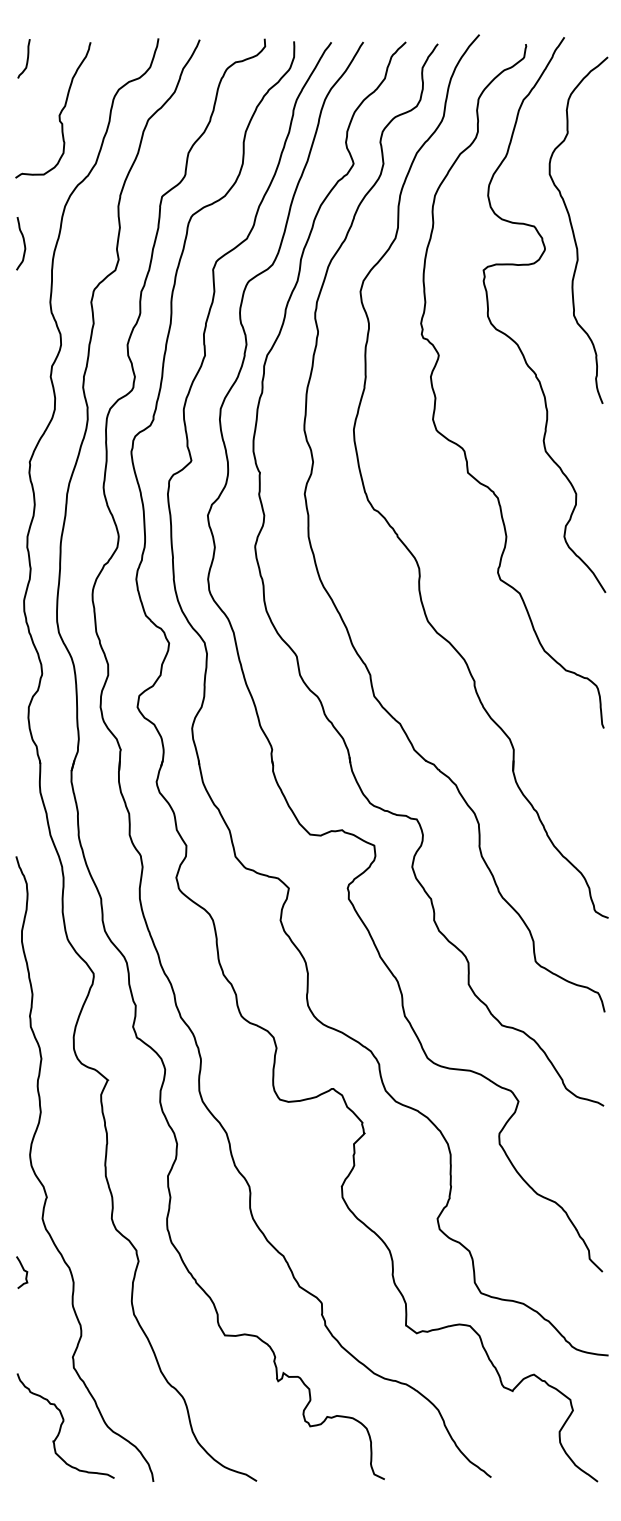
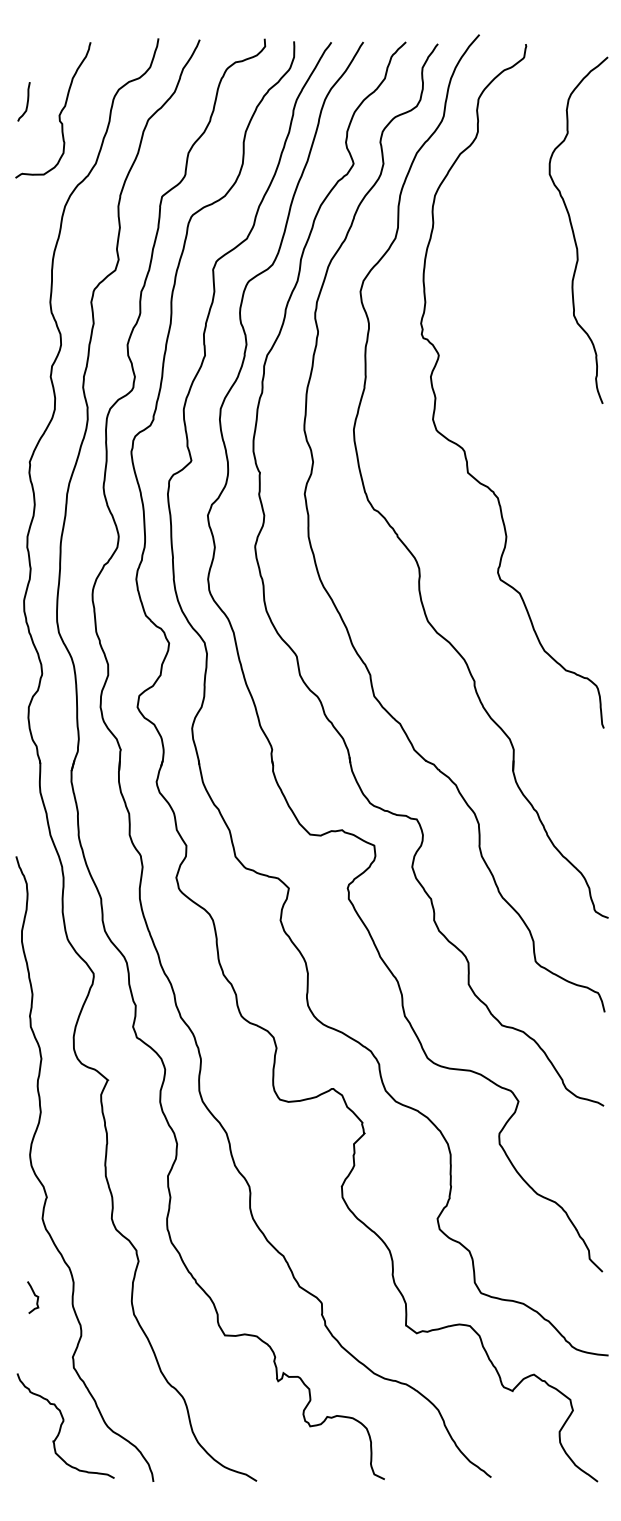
curve at (26, 59) position: (26, 59) -> (26, 102)
curve at (23, 243): present -> none
curve at (516, 342): present -> none
curve at (23, 1270) position: (23, 1270) -> (34, 1295)
